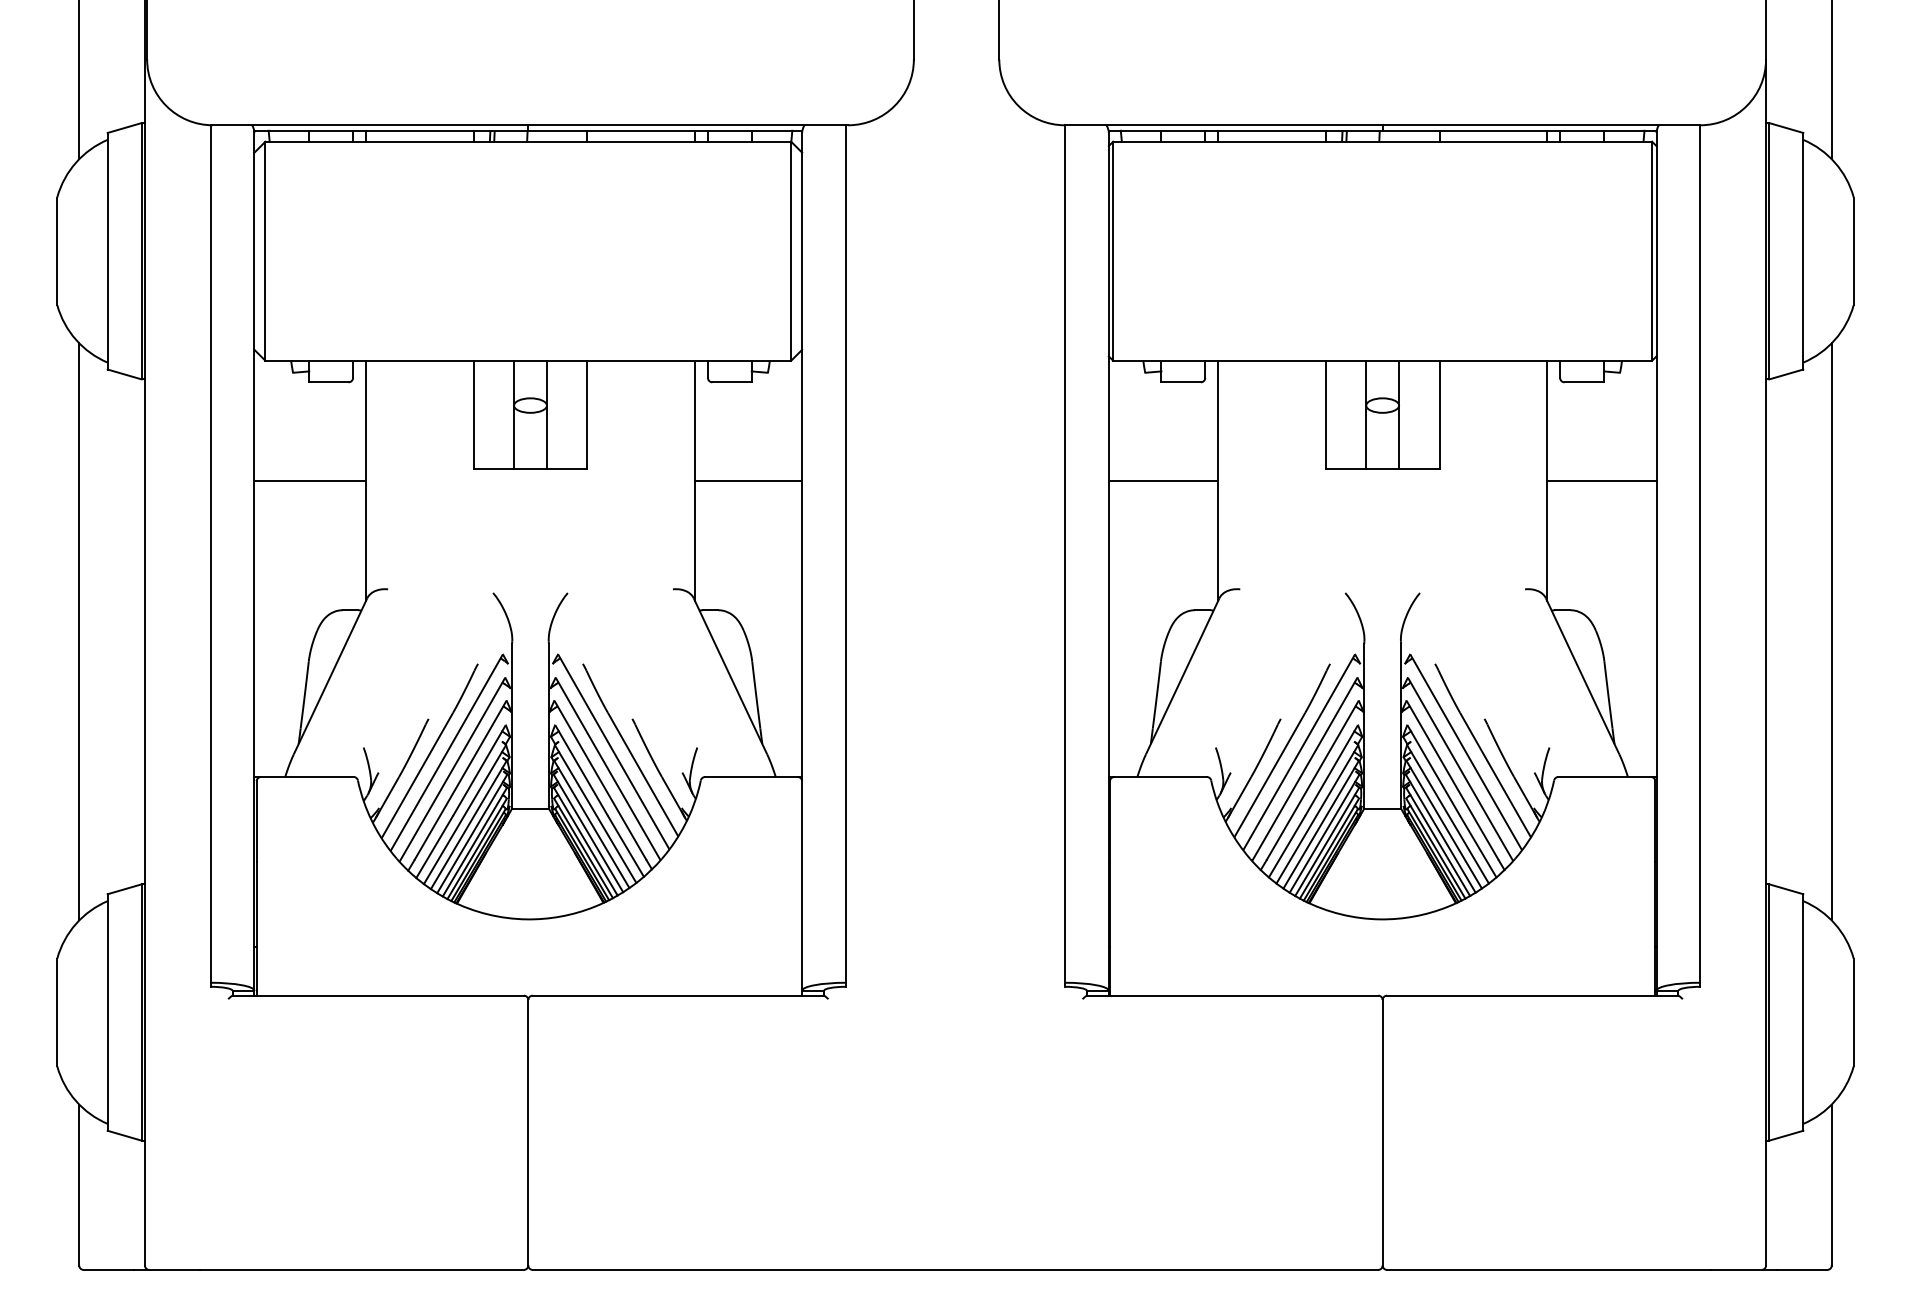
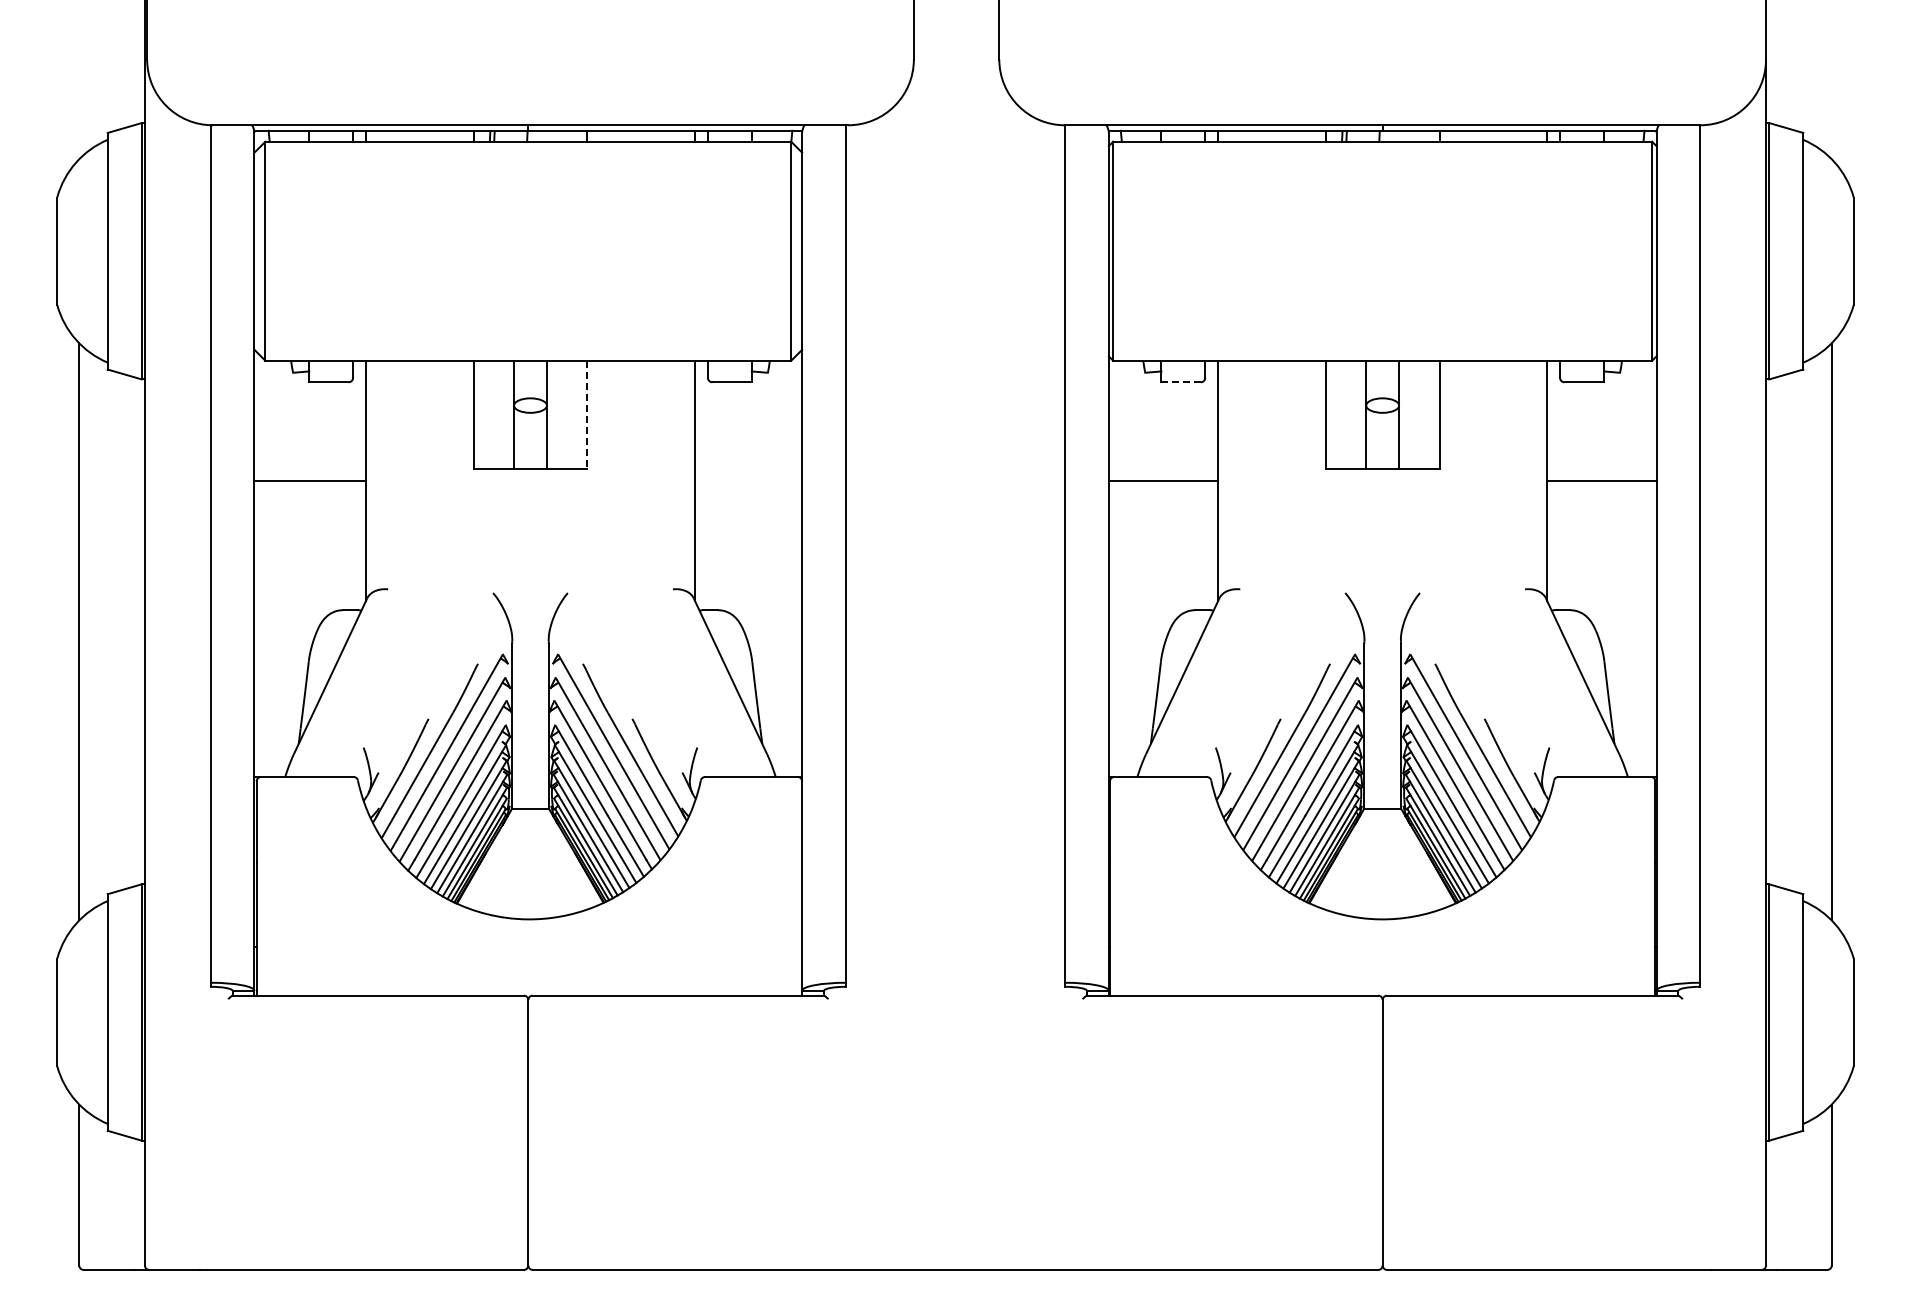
line at (79, 80): present -> none
line at (1831, 80): present -> none
line at (1181, 382): solid -> dashed
line at (587, 414): solid -> dashed
line at (748, 481): present -> none
